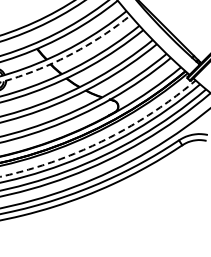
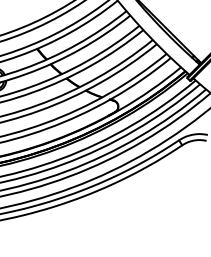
arc at (68, 55): dashed -> solid
arc at (103, 140): dashed -> solid
